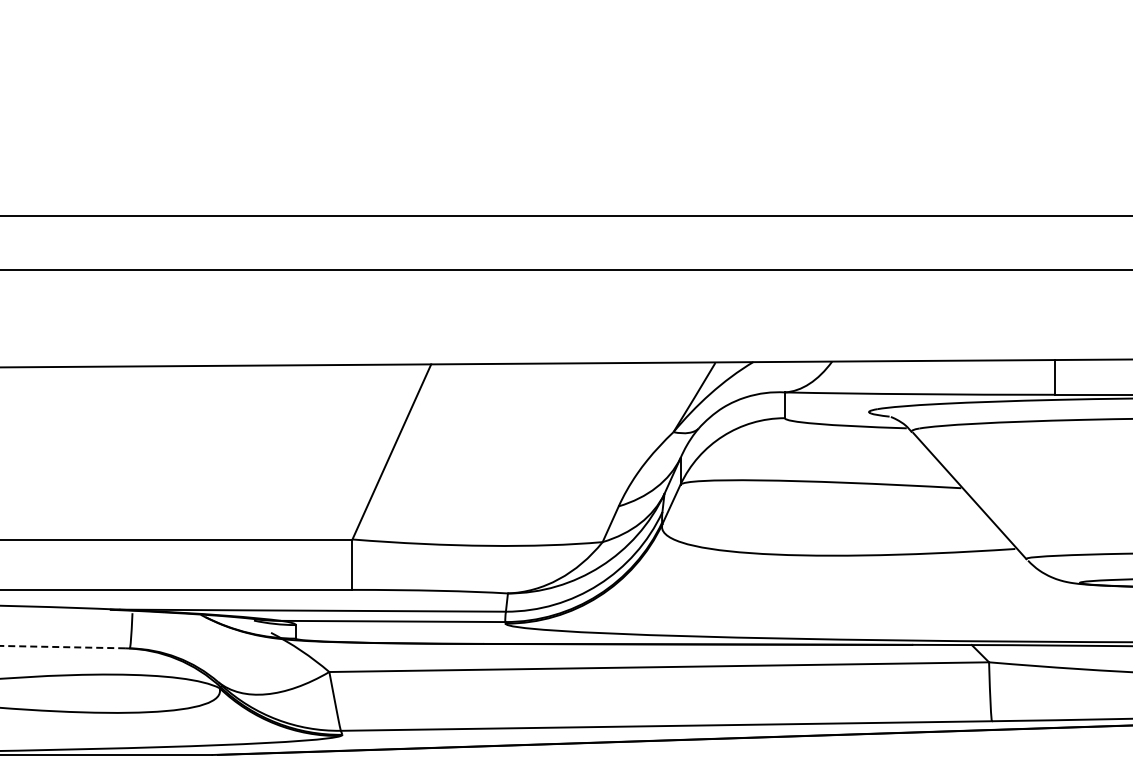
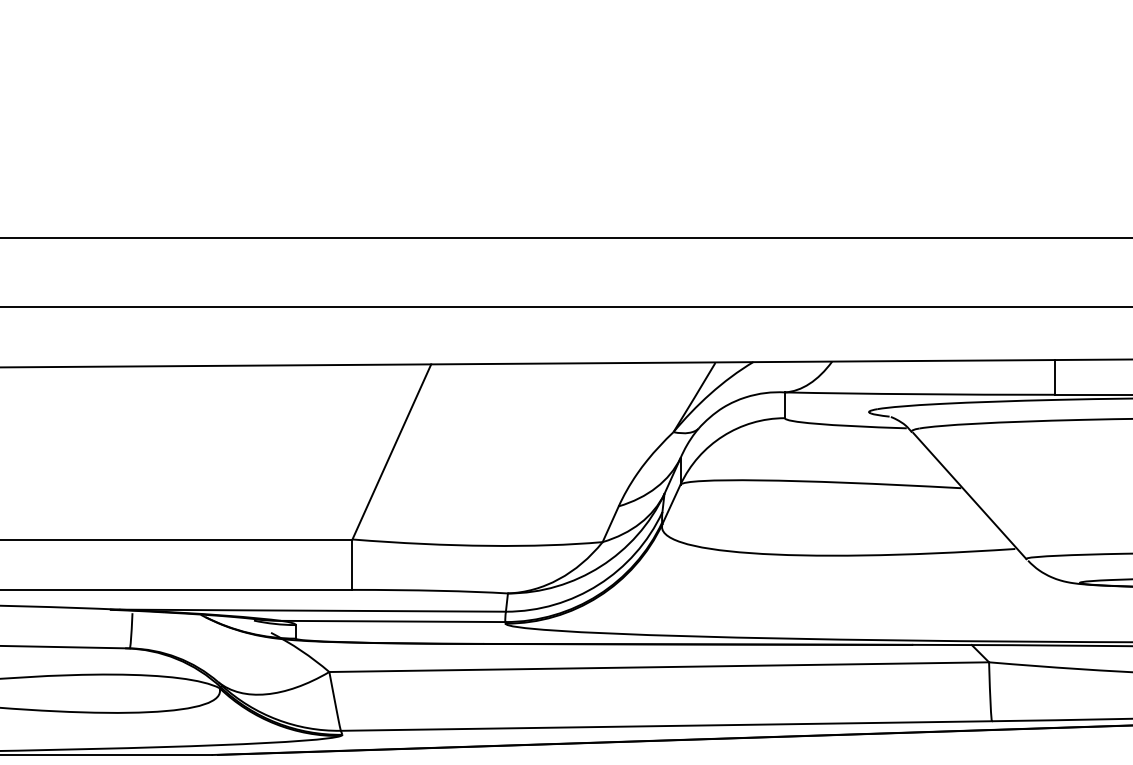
line at (565, 216) position: (565, 216) -> (565, 238)
line at (565, 269) position: (565, 269) -> (565, 306)
line at (65, 647): dashed -> solid
